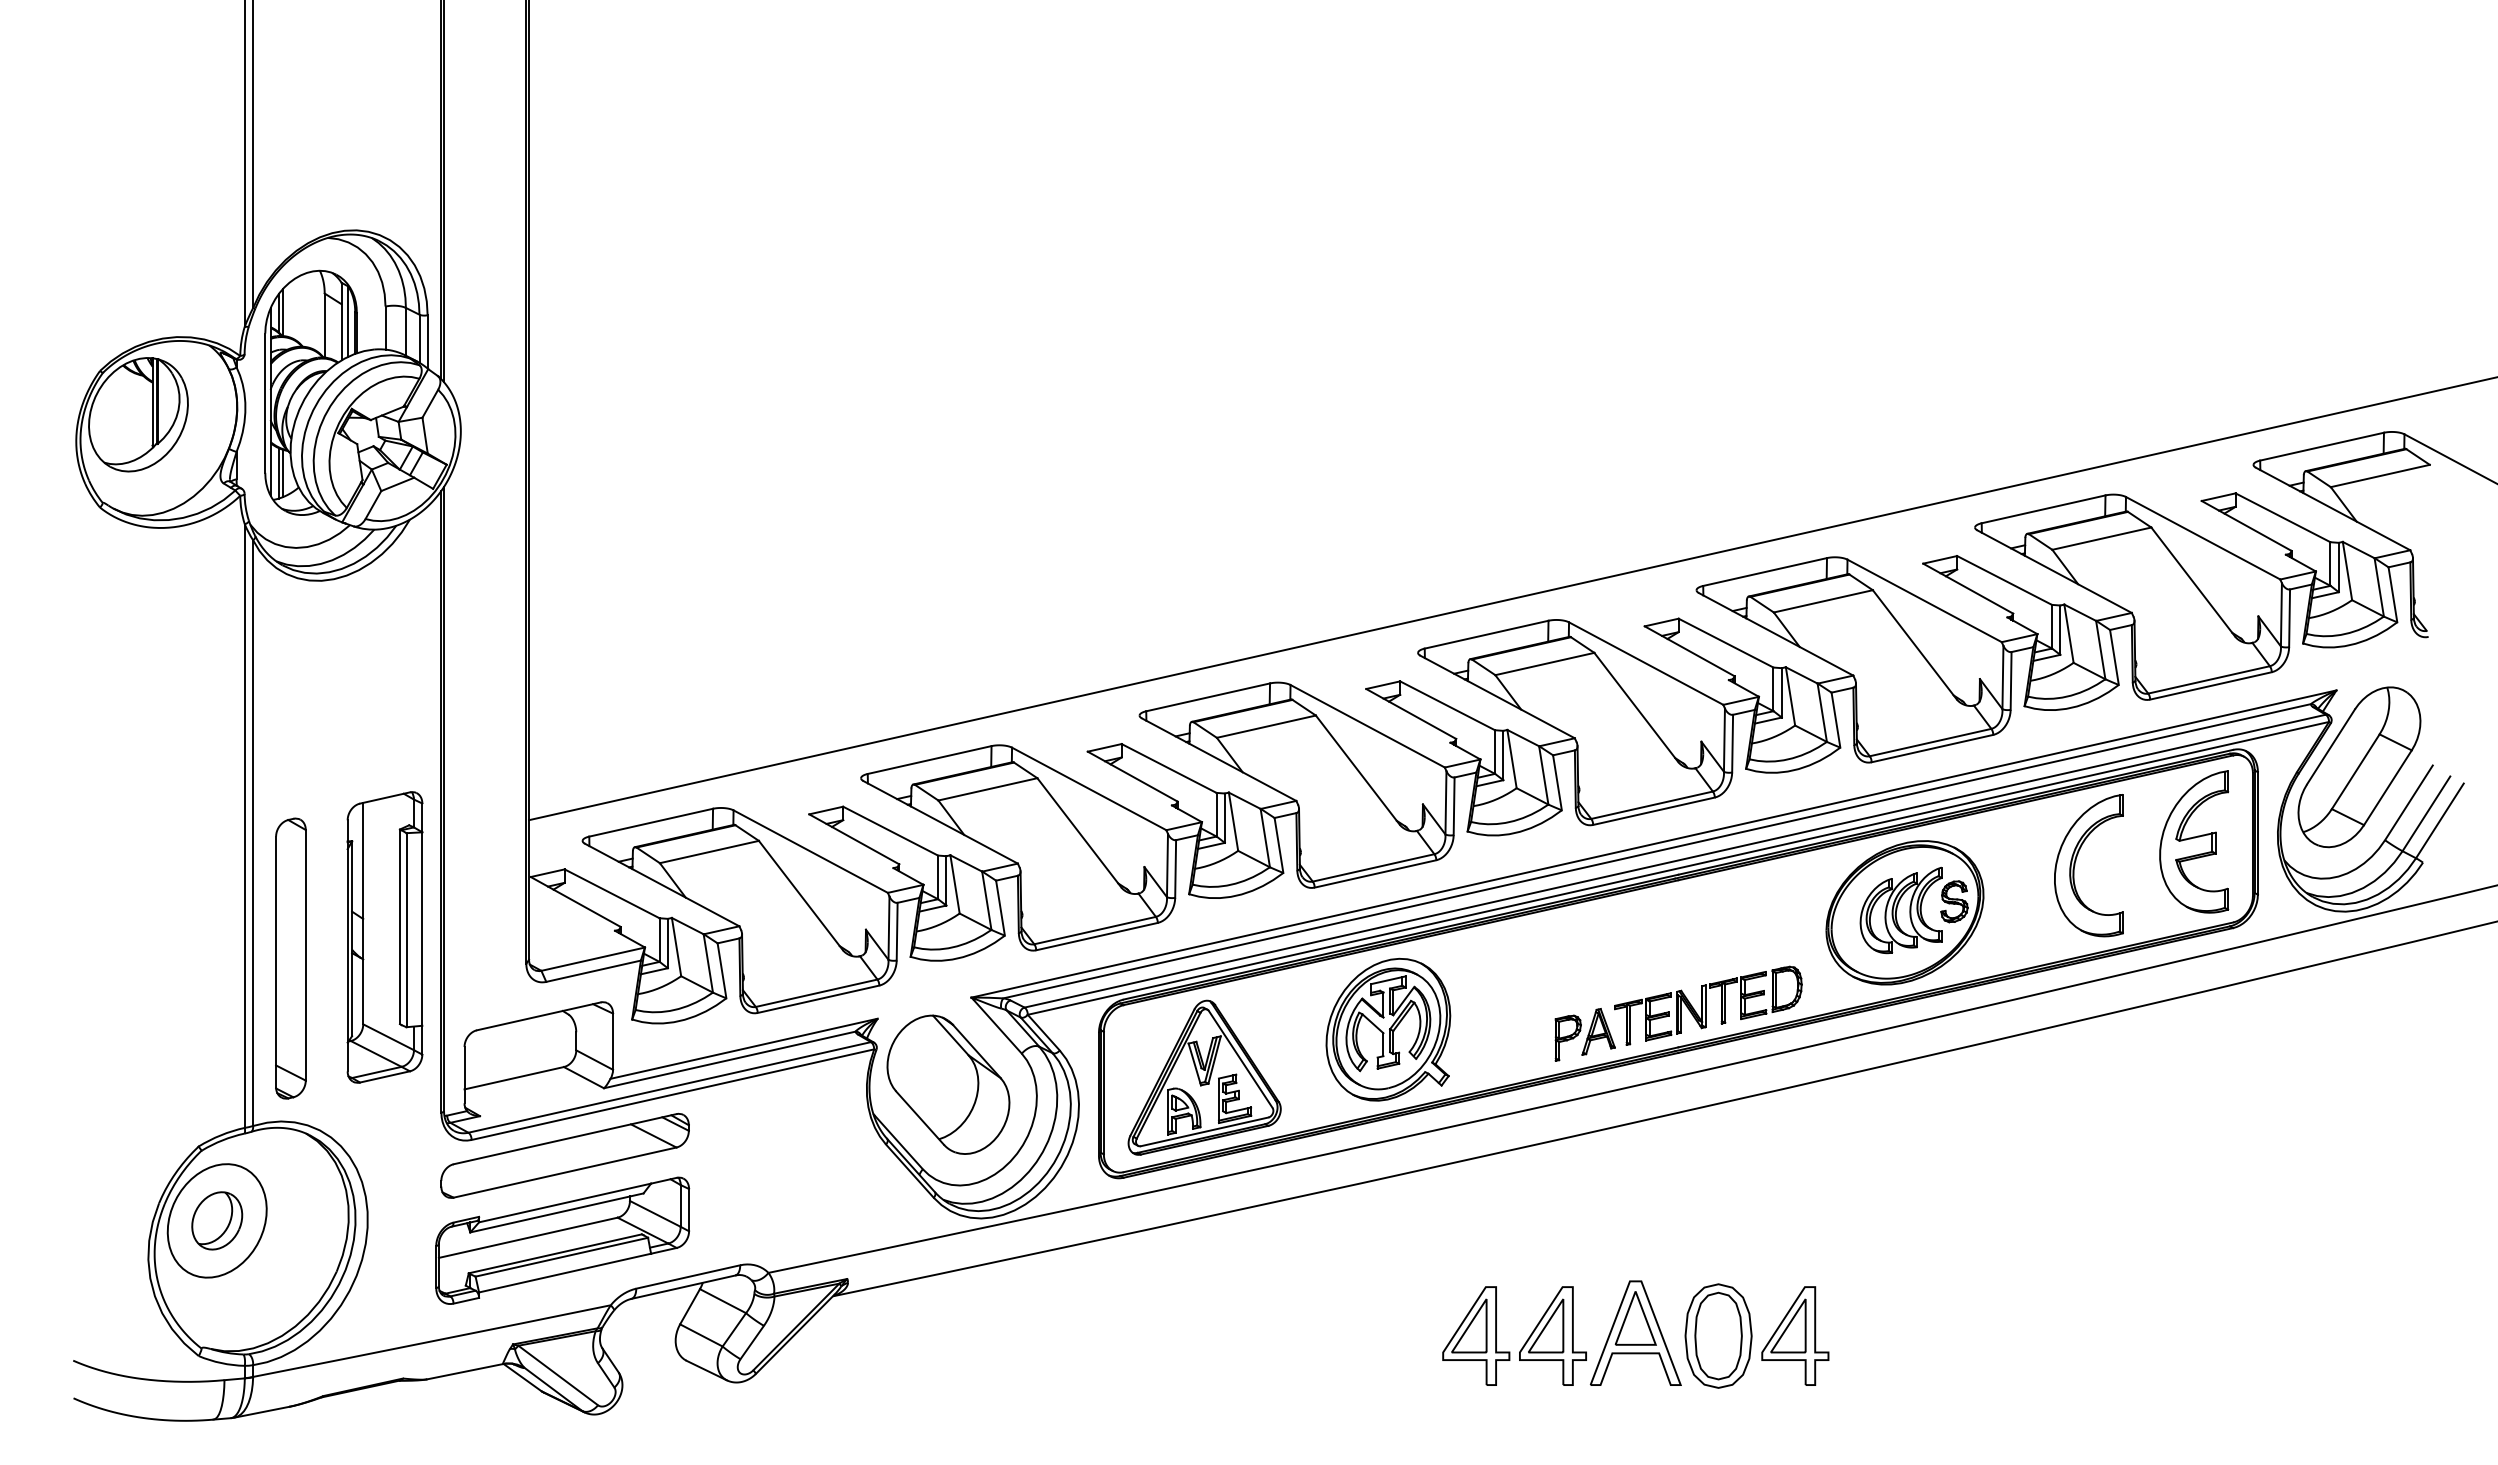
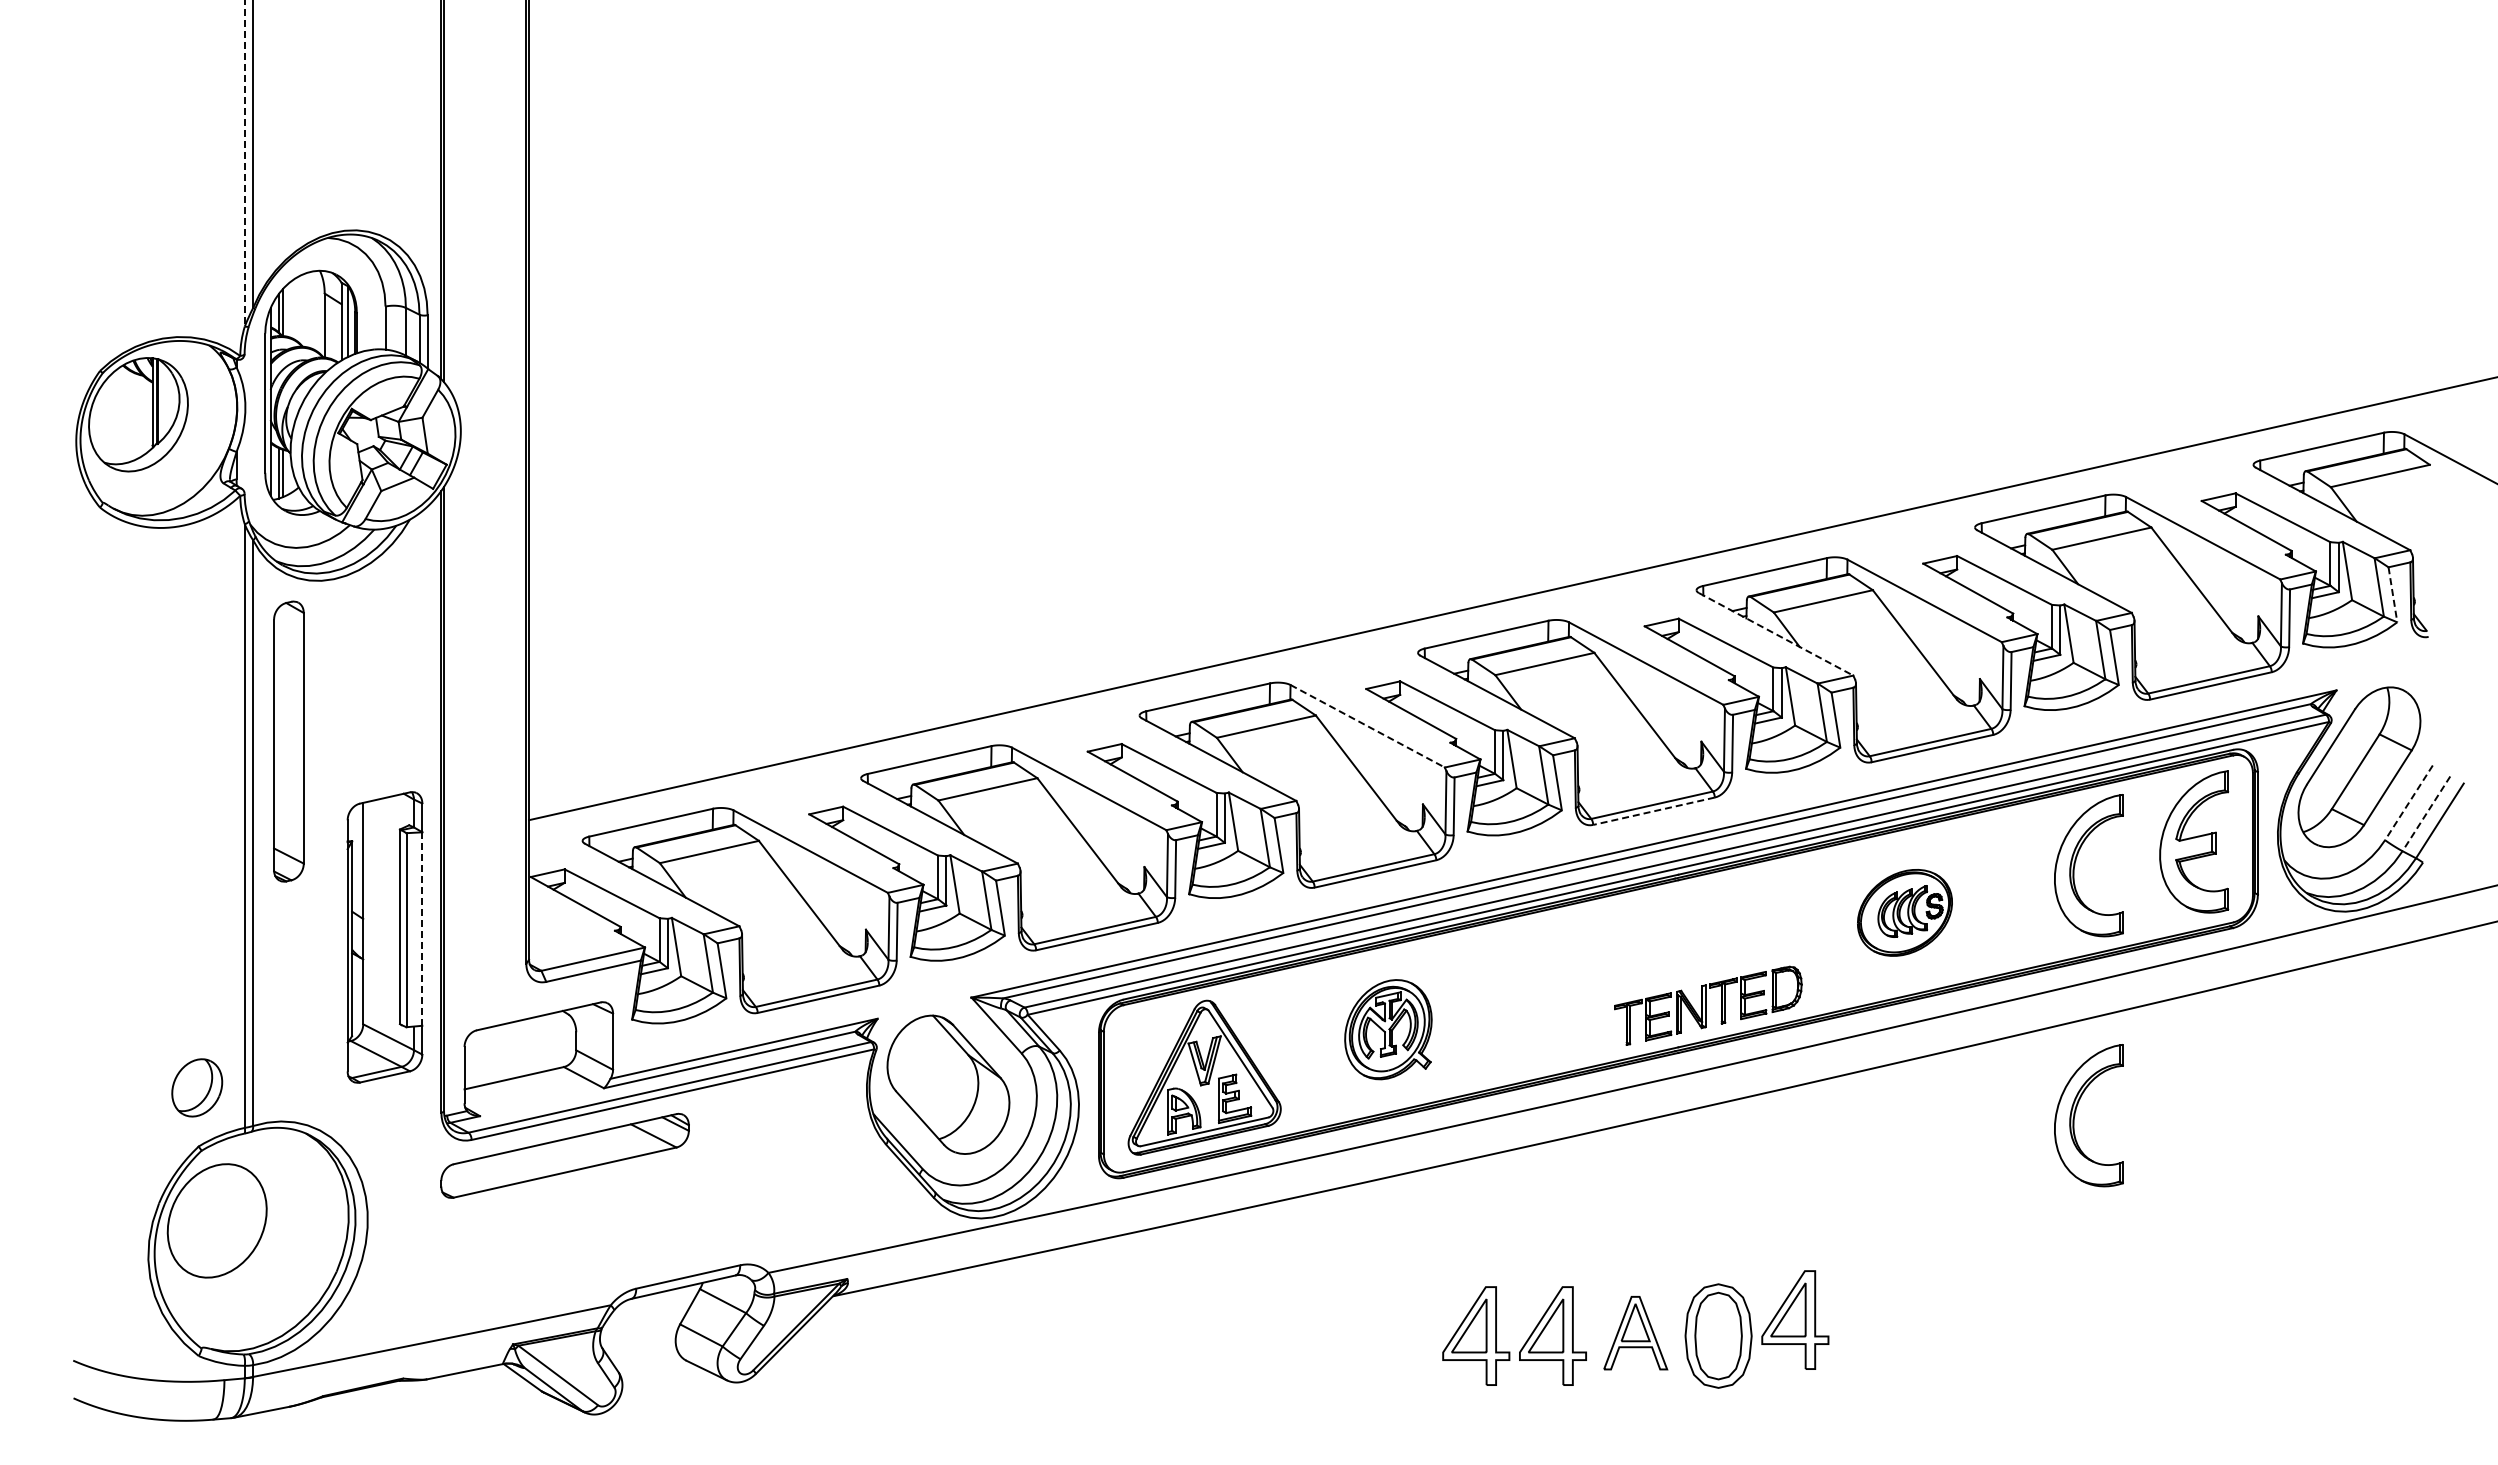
line at (244, 163): solid -> dashed
line at (2392, 594): solid -> dashed
line at (1776, 634): solid -> dashed
line at (1367, 726): solid -> dashed
line at (2408, 803): solid -> dashed
line at (1653, 811): solid -> dashed
line at (2426, 814): solid -> dashed
part at (1904, 912) size: 160x146 px -> 96x88 px
line at (422, 929): solid -> dashed
part at (290, 958) position: (290, 958) -> (288, 741)
part at (1388, 1029) size: 127x145 px -> 89x102 px
part at (1584, 1034): present -> none
part at (2076, 1110): none -> present
part at (217, 1220) position: (217, 1220) -> (197, 1087)
part at (562, 1240): present -> none
part at (1635, 1332) size: 93x106 px -> 66x75 px
part at (1795, 1335) position: (1795, 1335) -> (1795, 1319)
